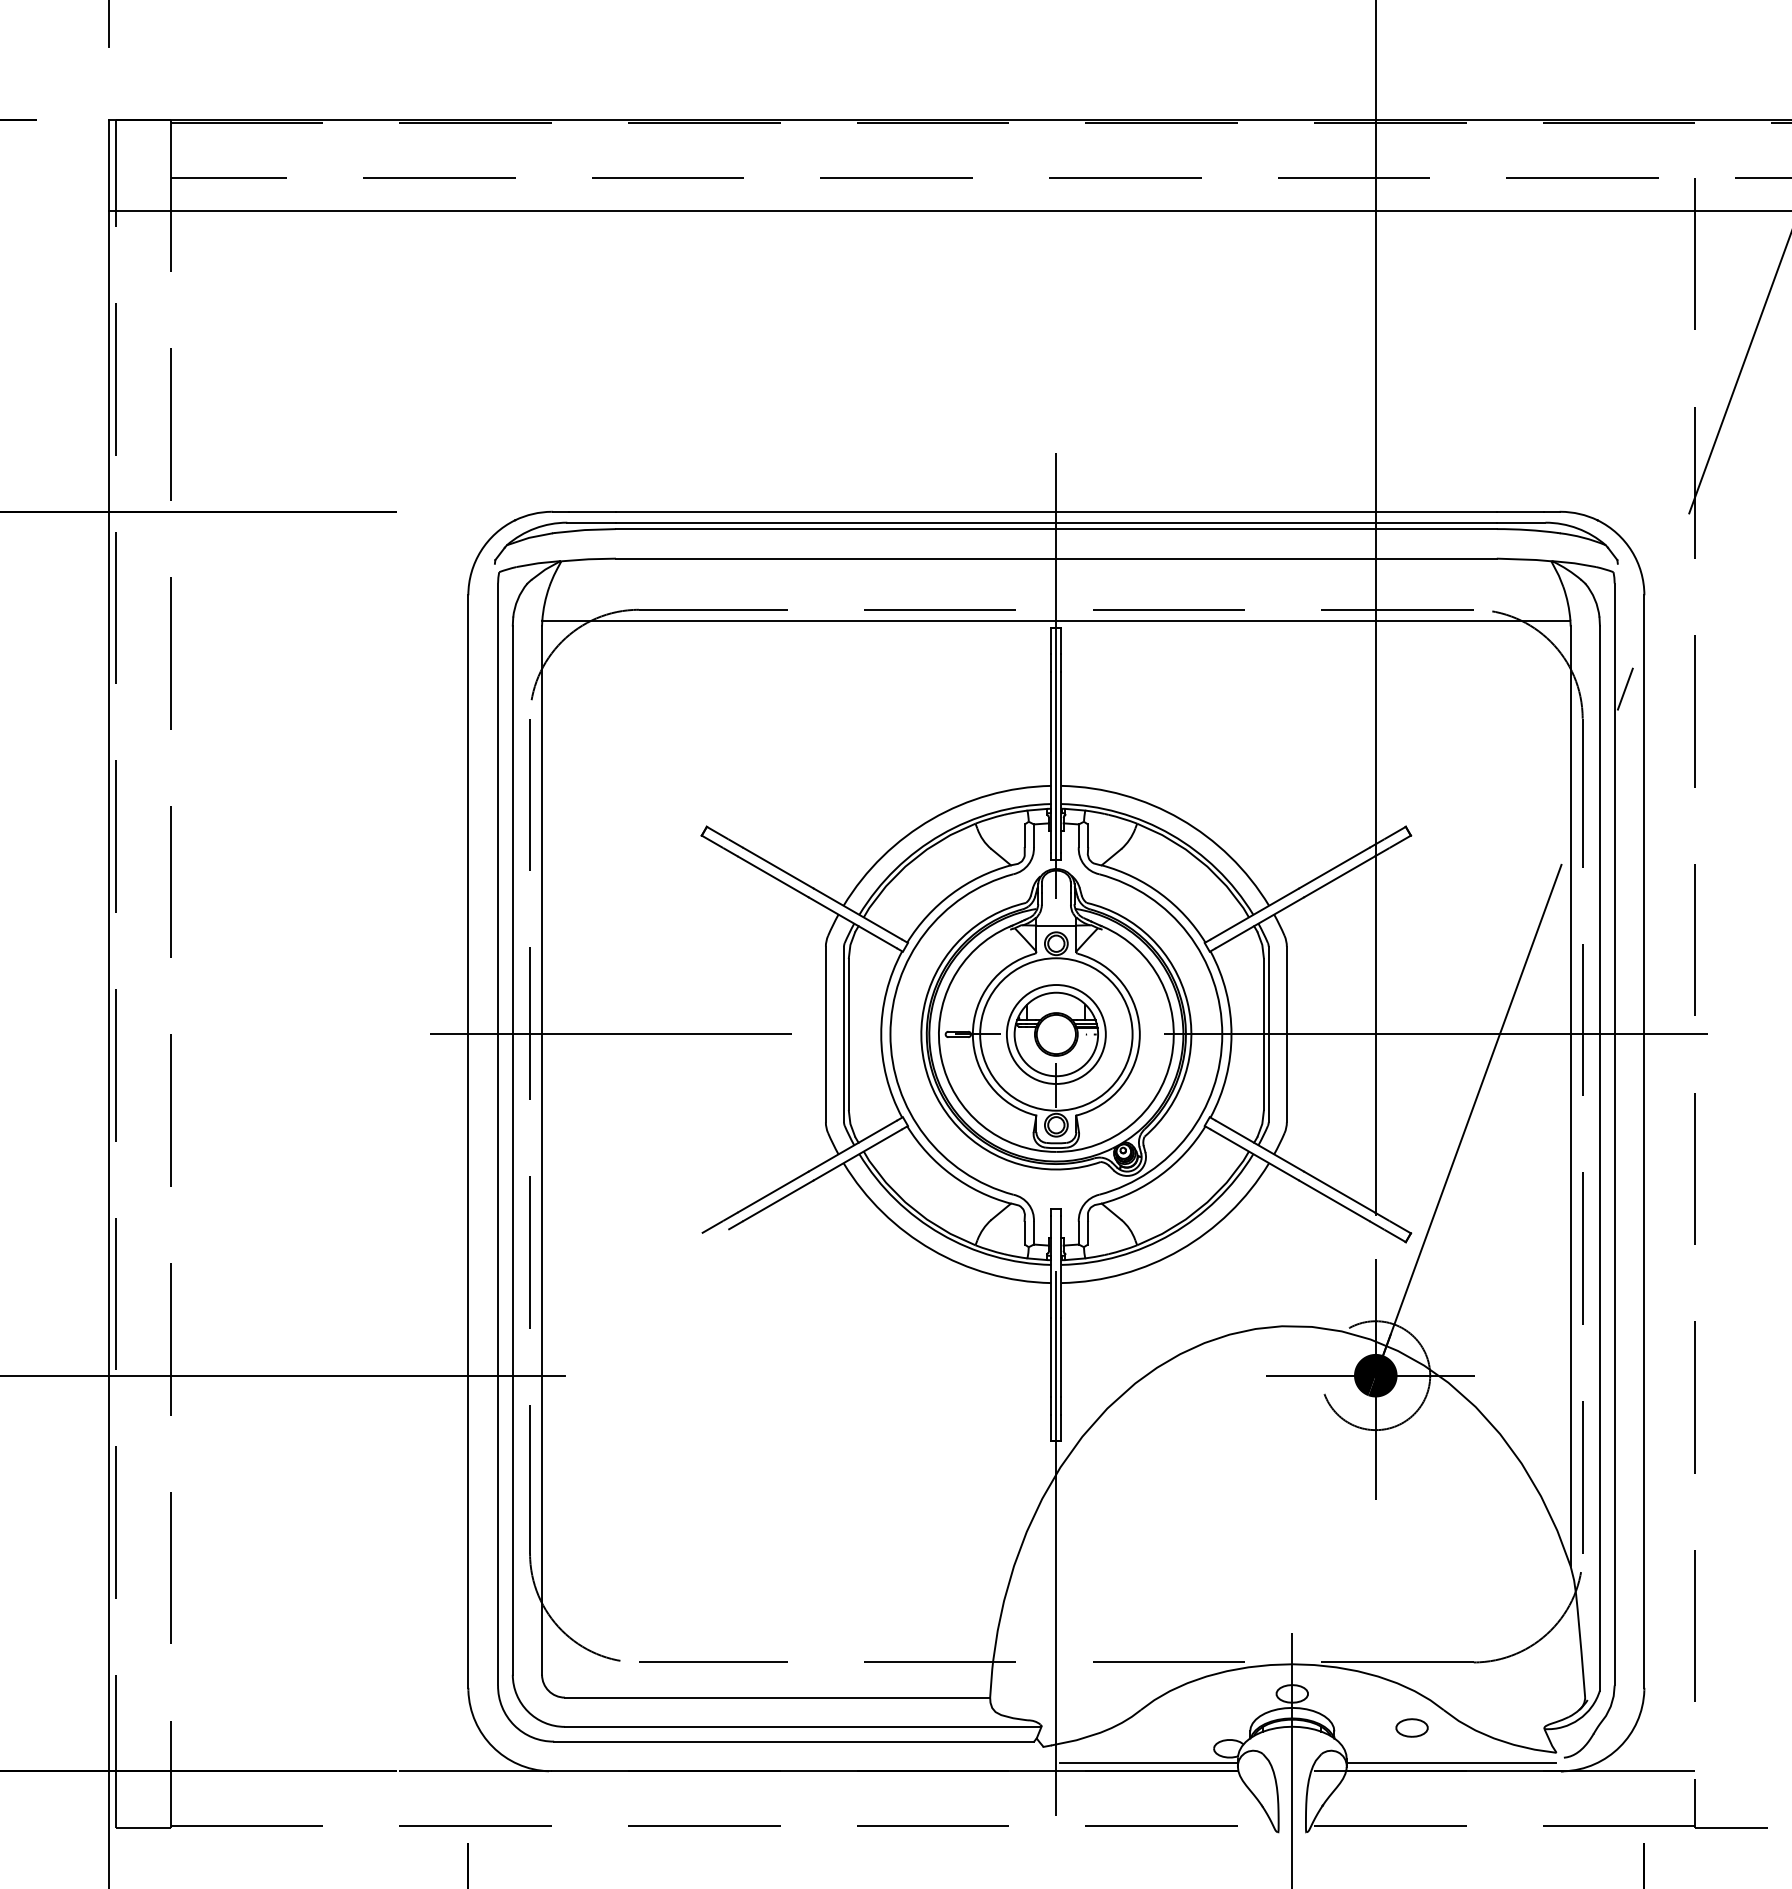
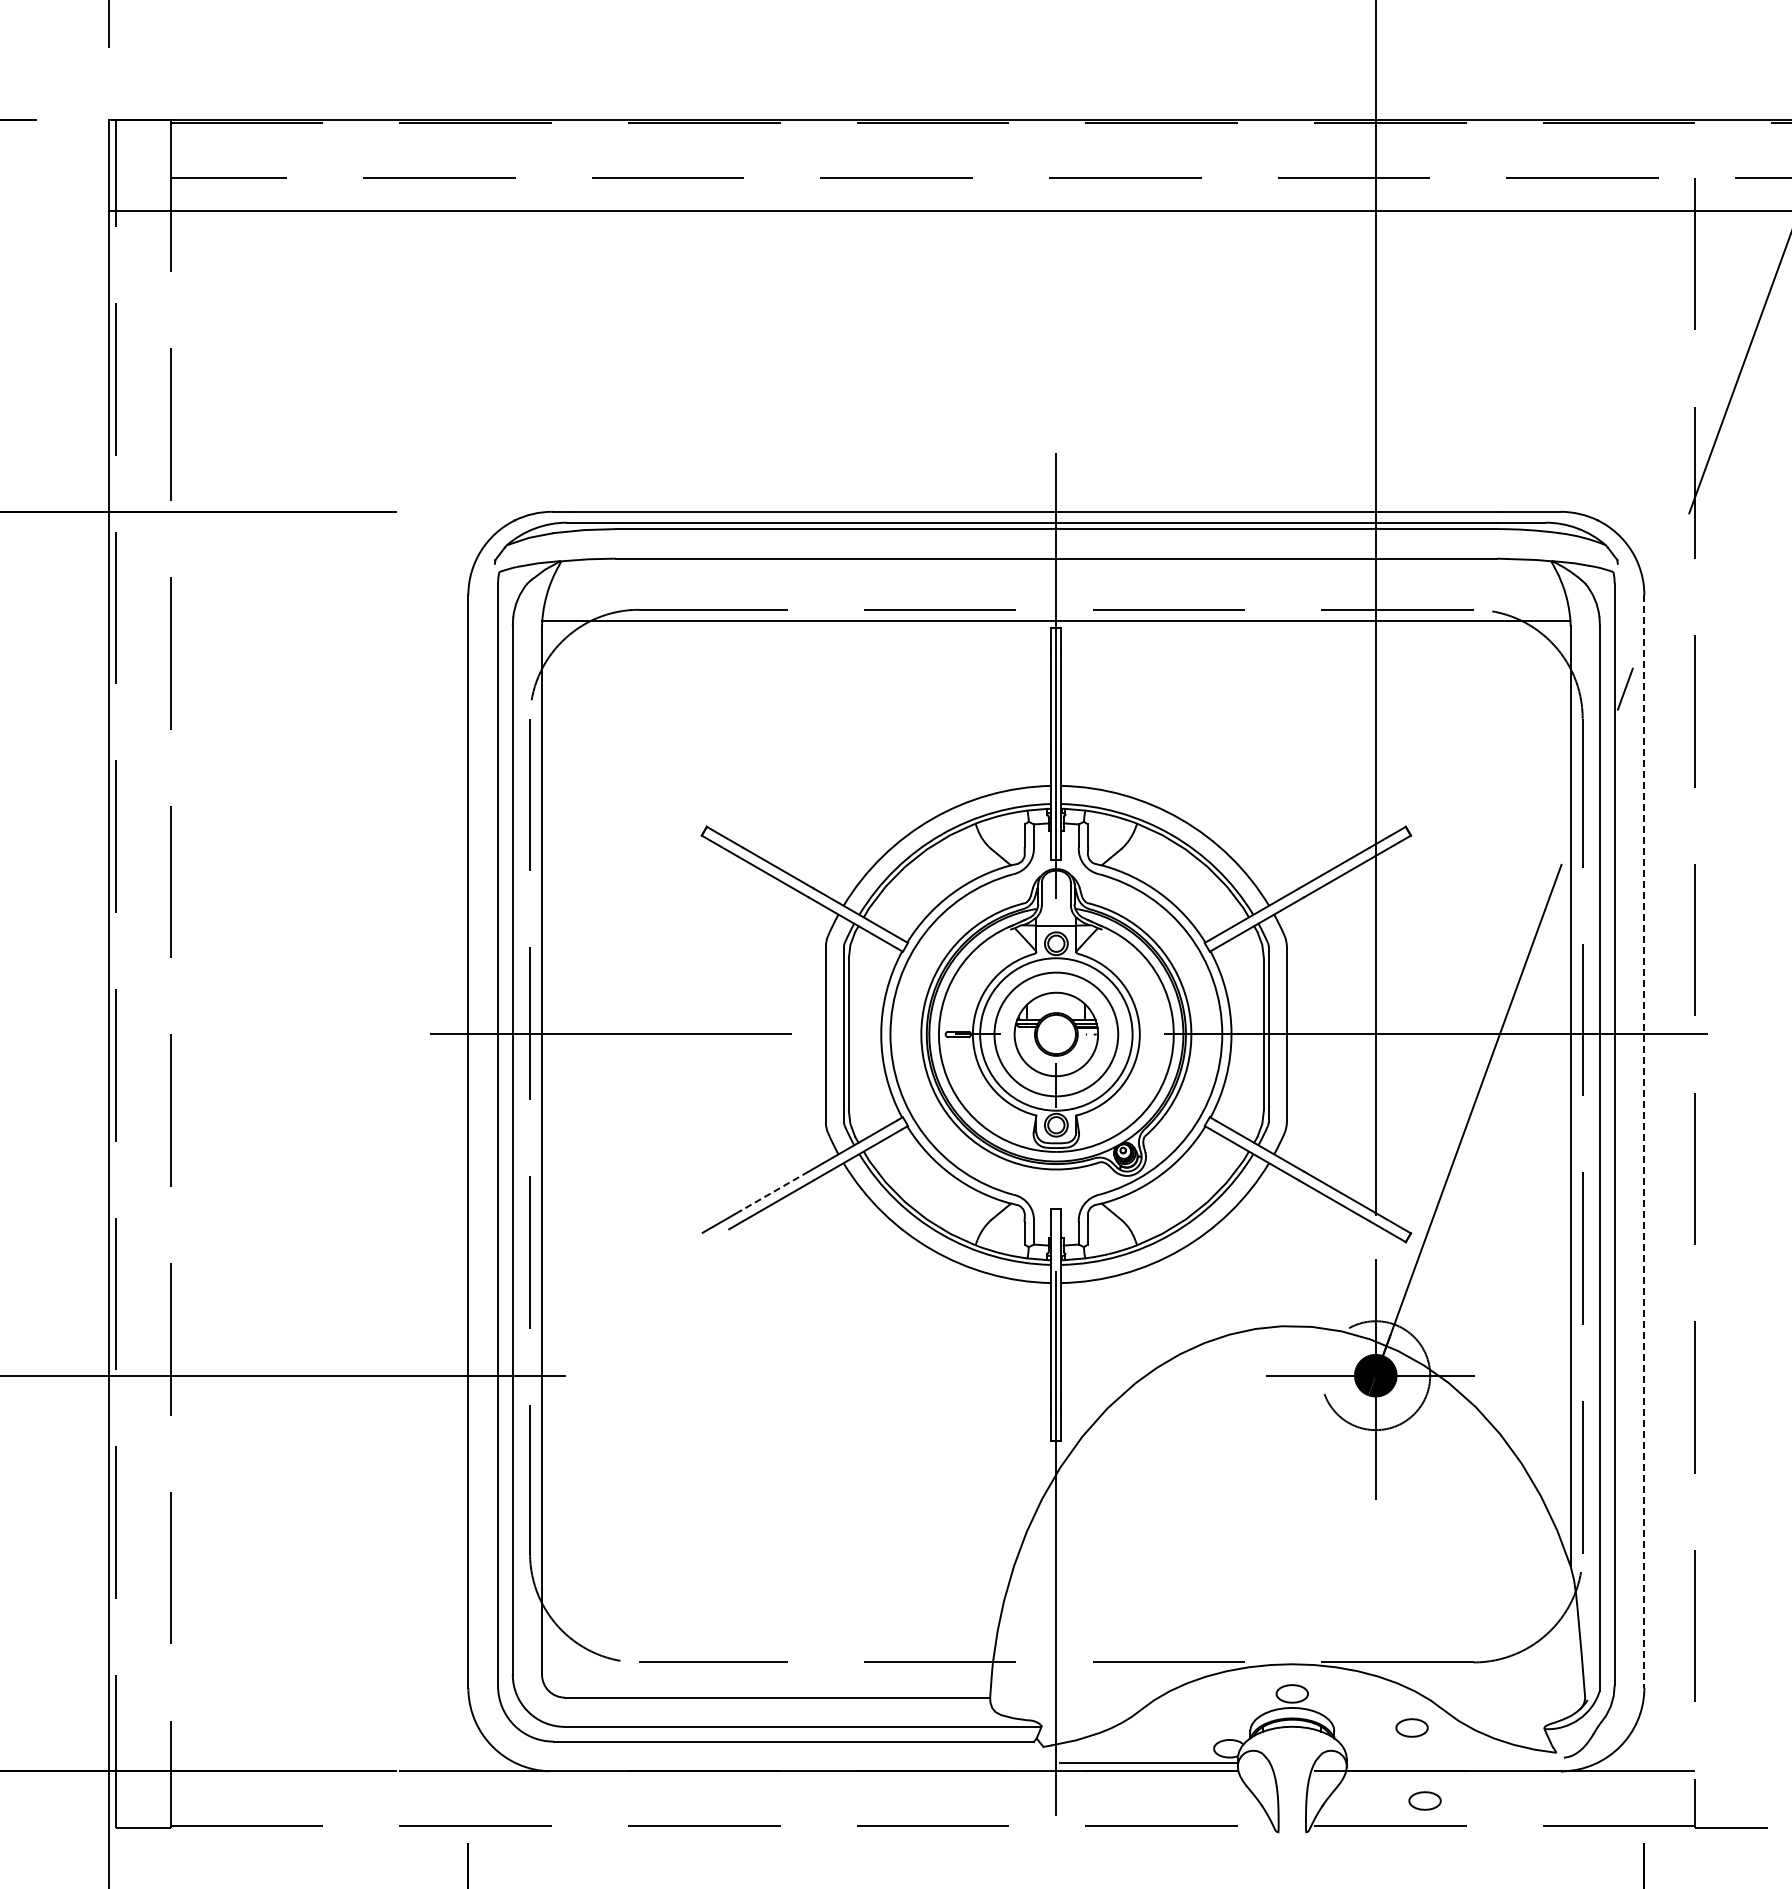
circle at (1055, 1034) diameter: 99 px -> 124 px
line at (1644, 1142): solid -> dashed
line at (773, 1191): solid -> dashed
line at (1292, 1758): present -> none
line at (1450, 1763): present -> none
part at (1424, 1800): none -> present
